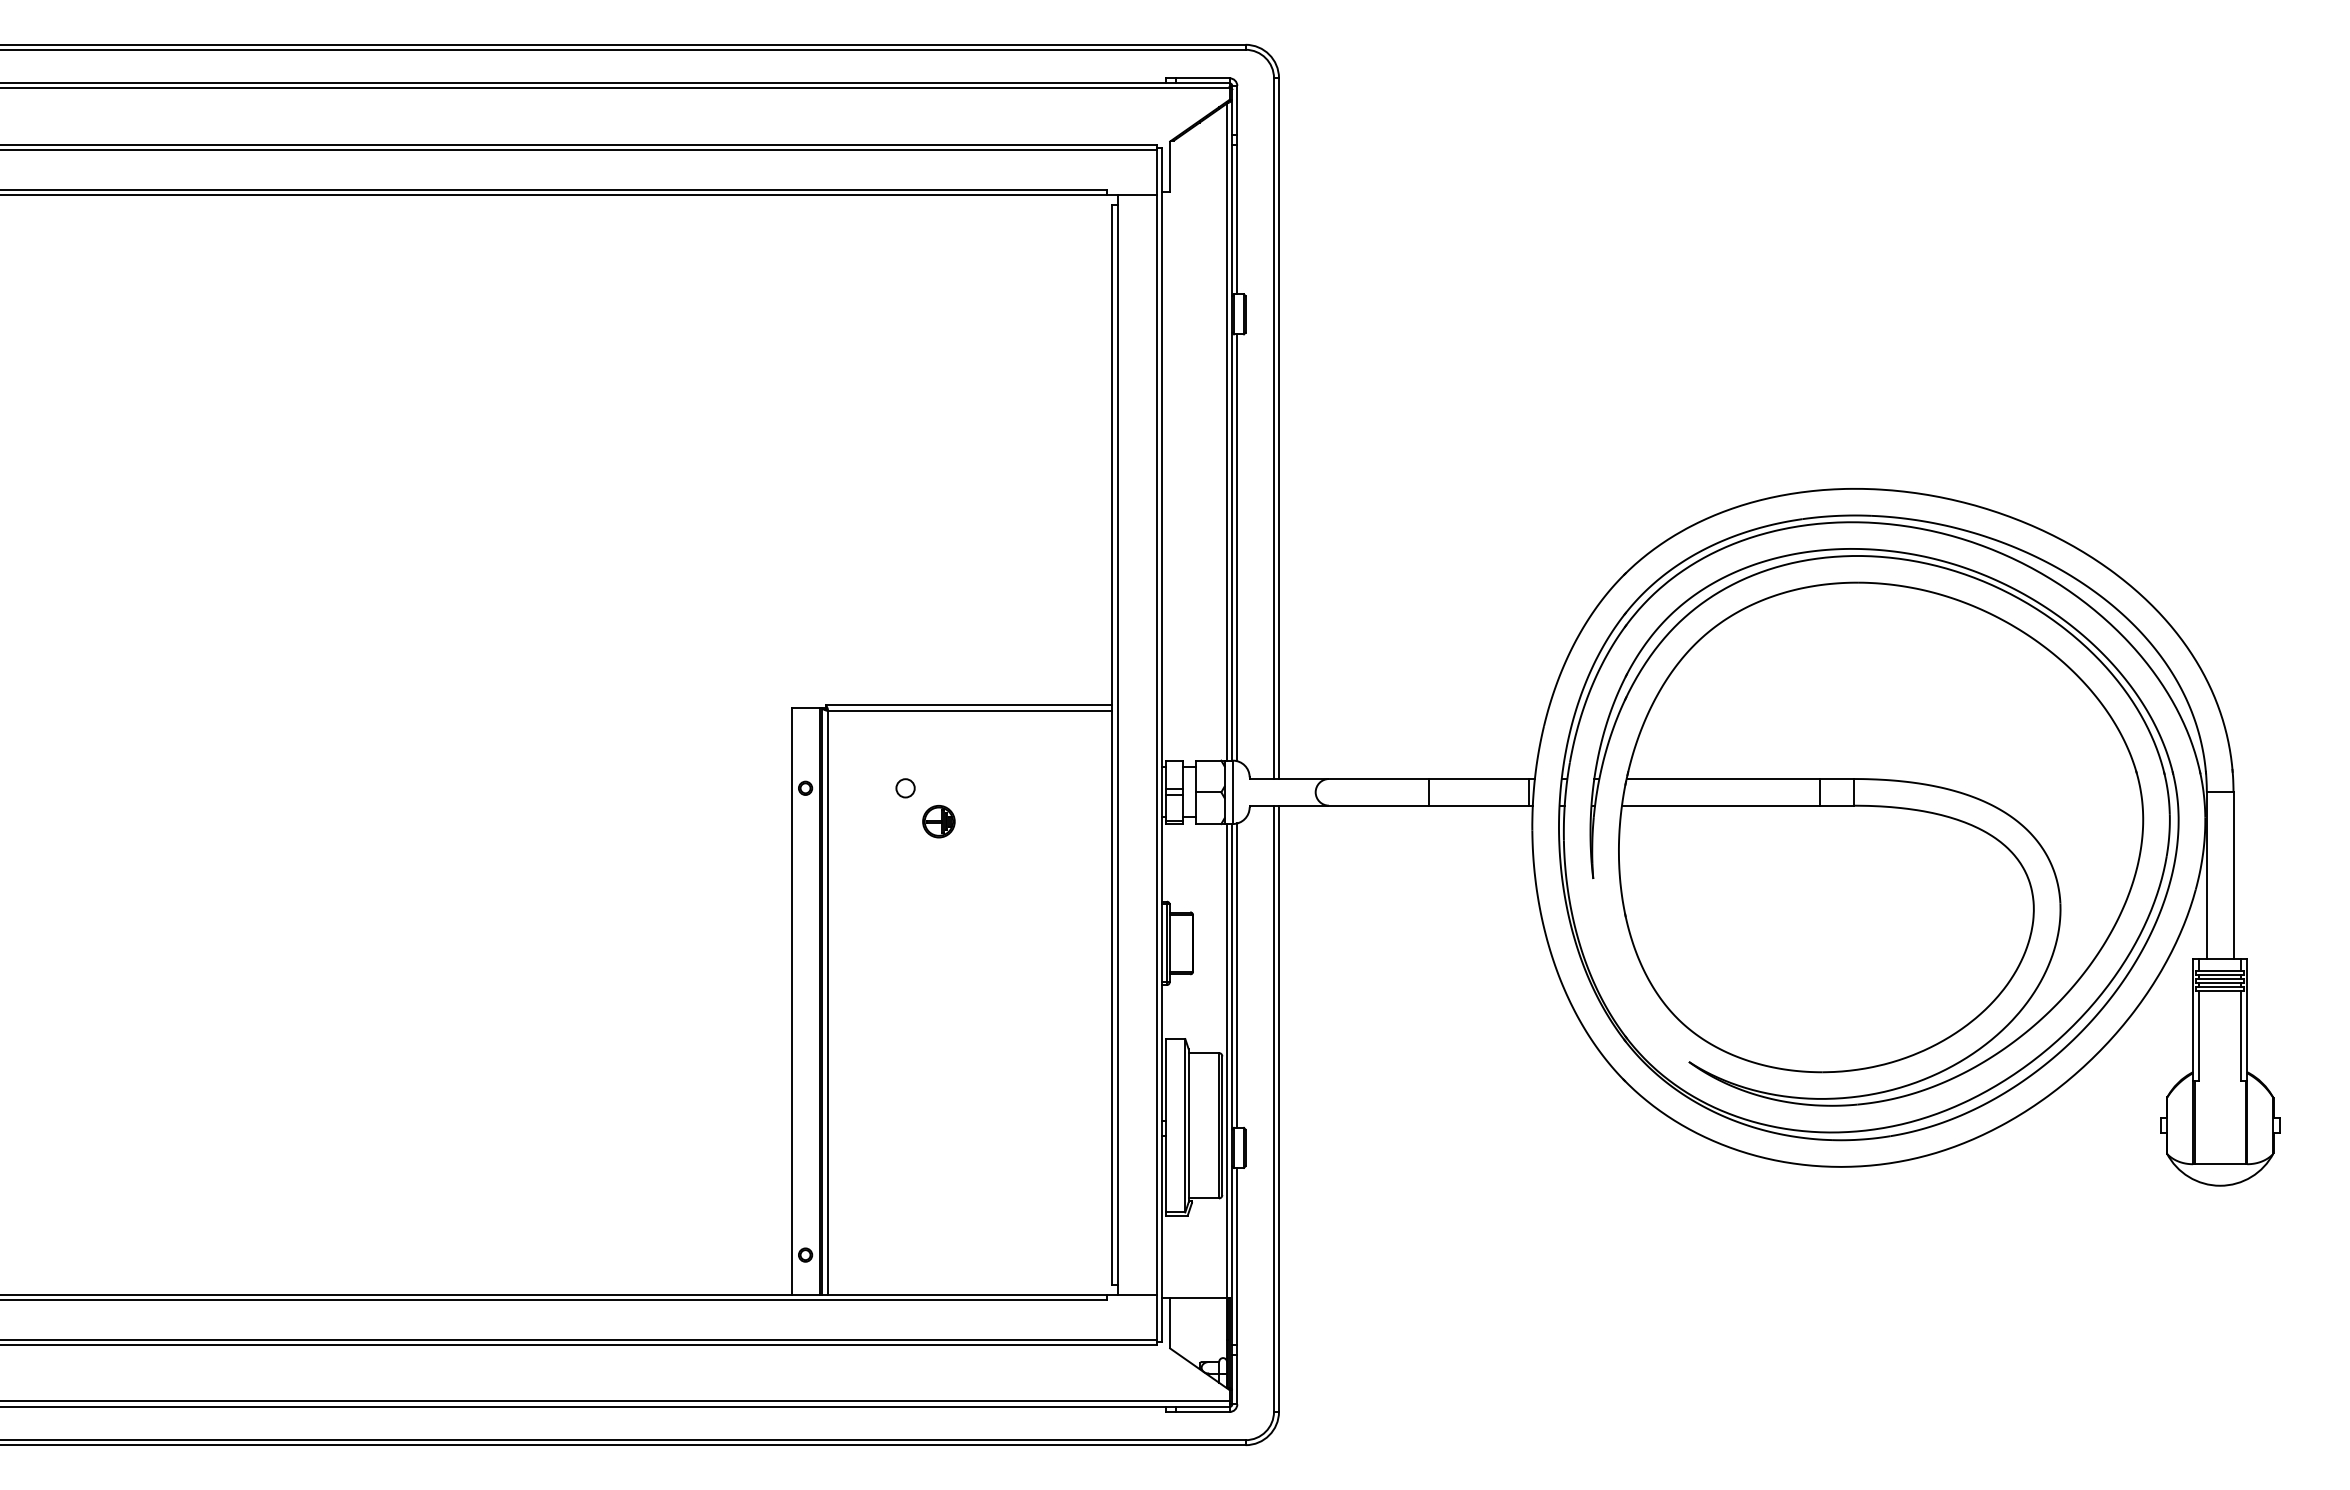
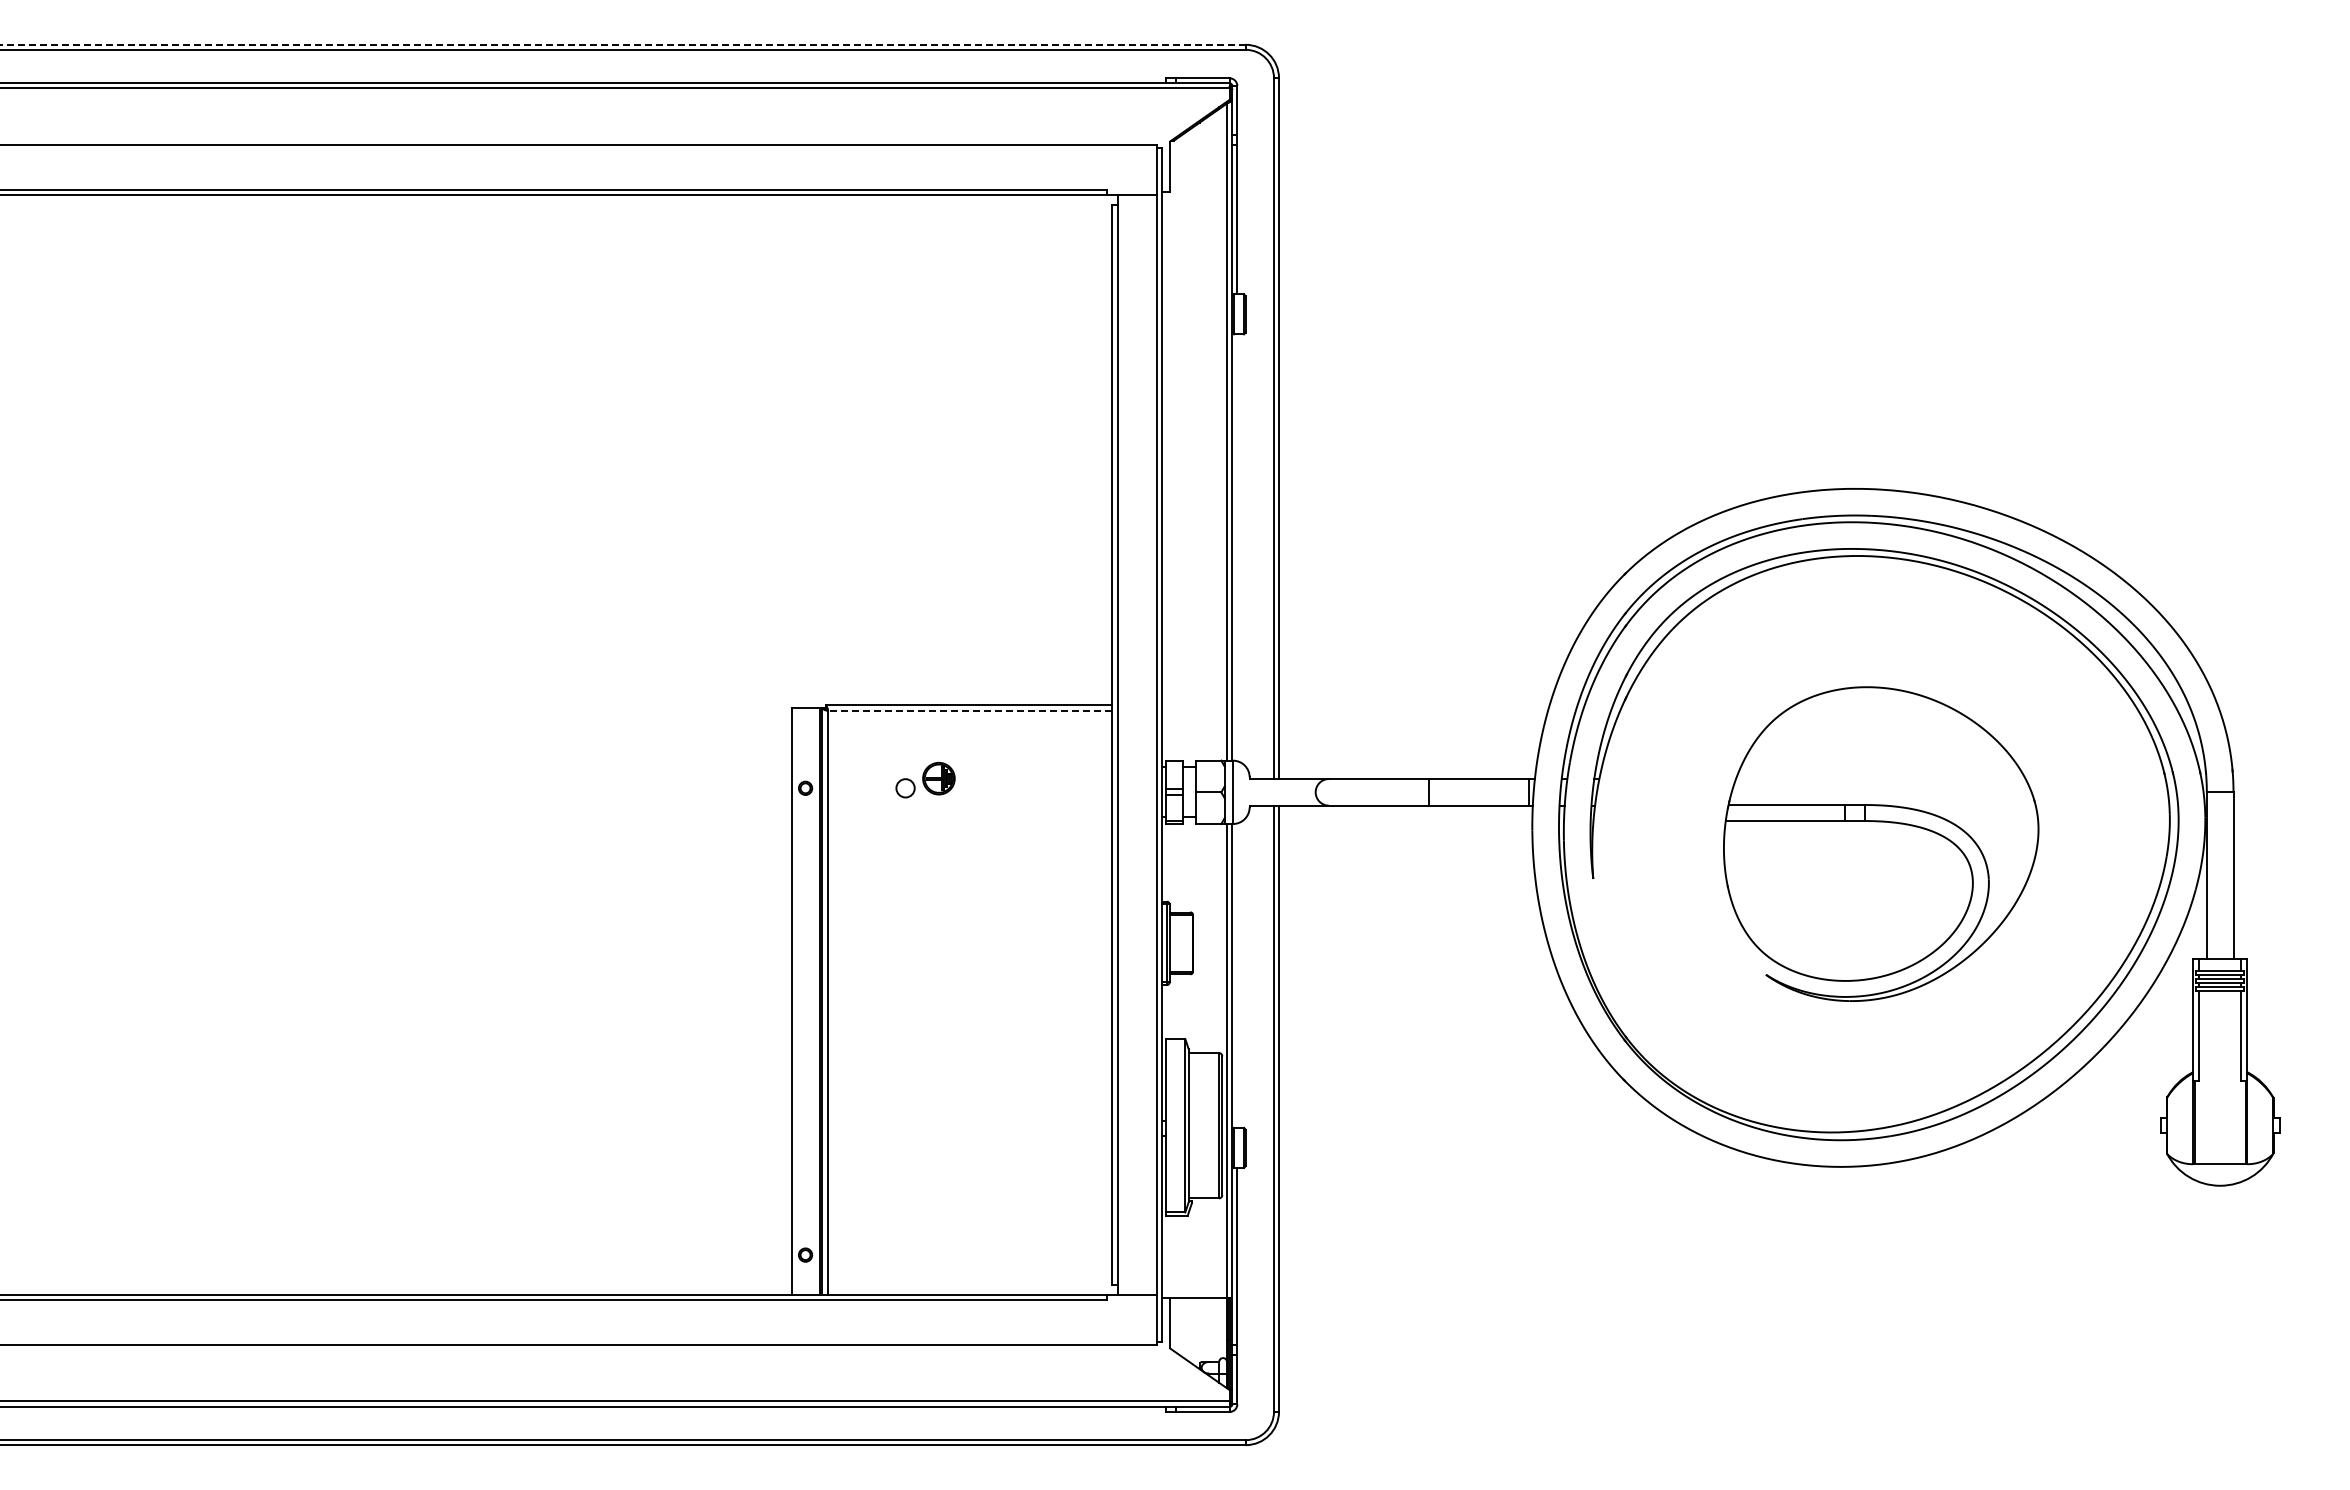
line at (622, 44): solid -> dashed
line at (579, 150): present -> none
line at (1237, 547): present -> none
line at (969, 710): solid -> dashed
part at (938, 821) position: (938, 821) -> (938, 778)
part at (1881, 843) size: 527x526 px -> 317x316 px
line at (1237, 975): present -> none
line at (579, 1339): present -> none
